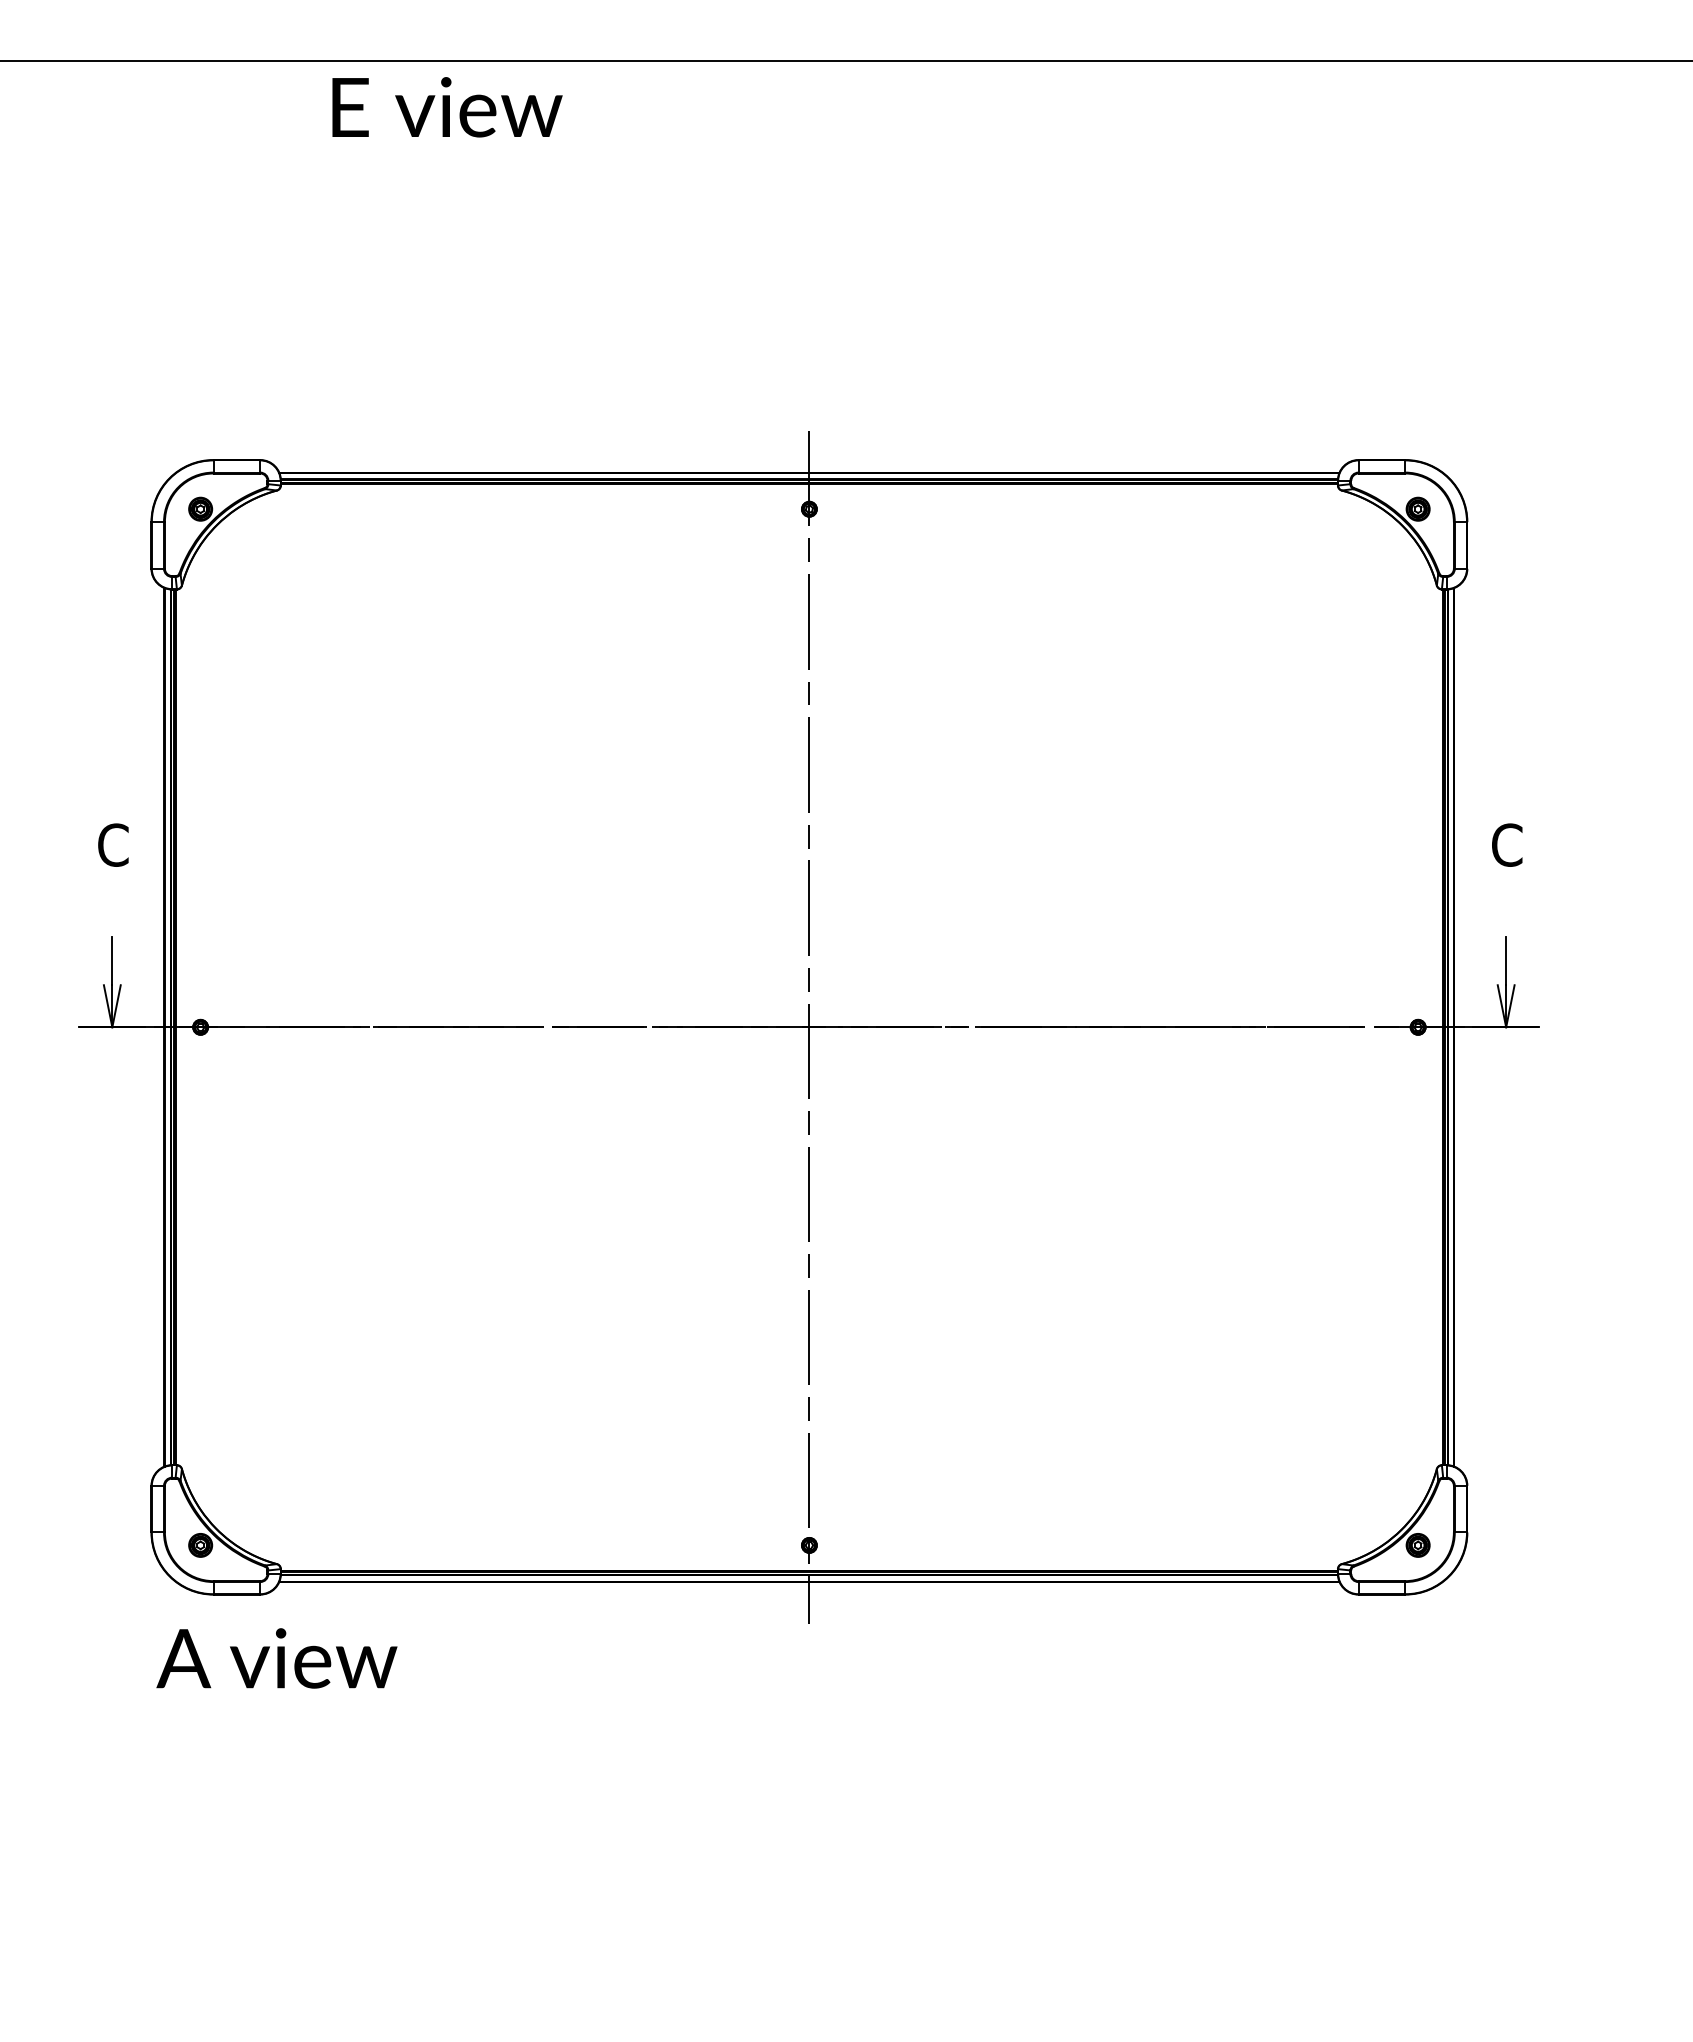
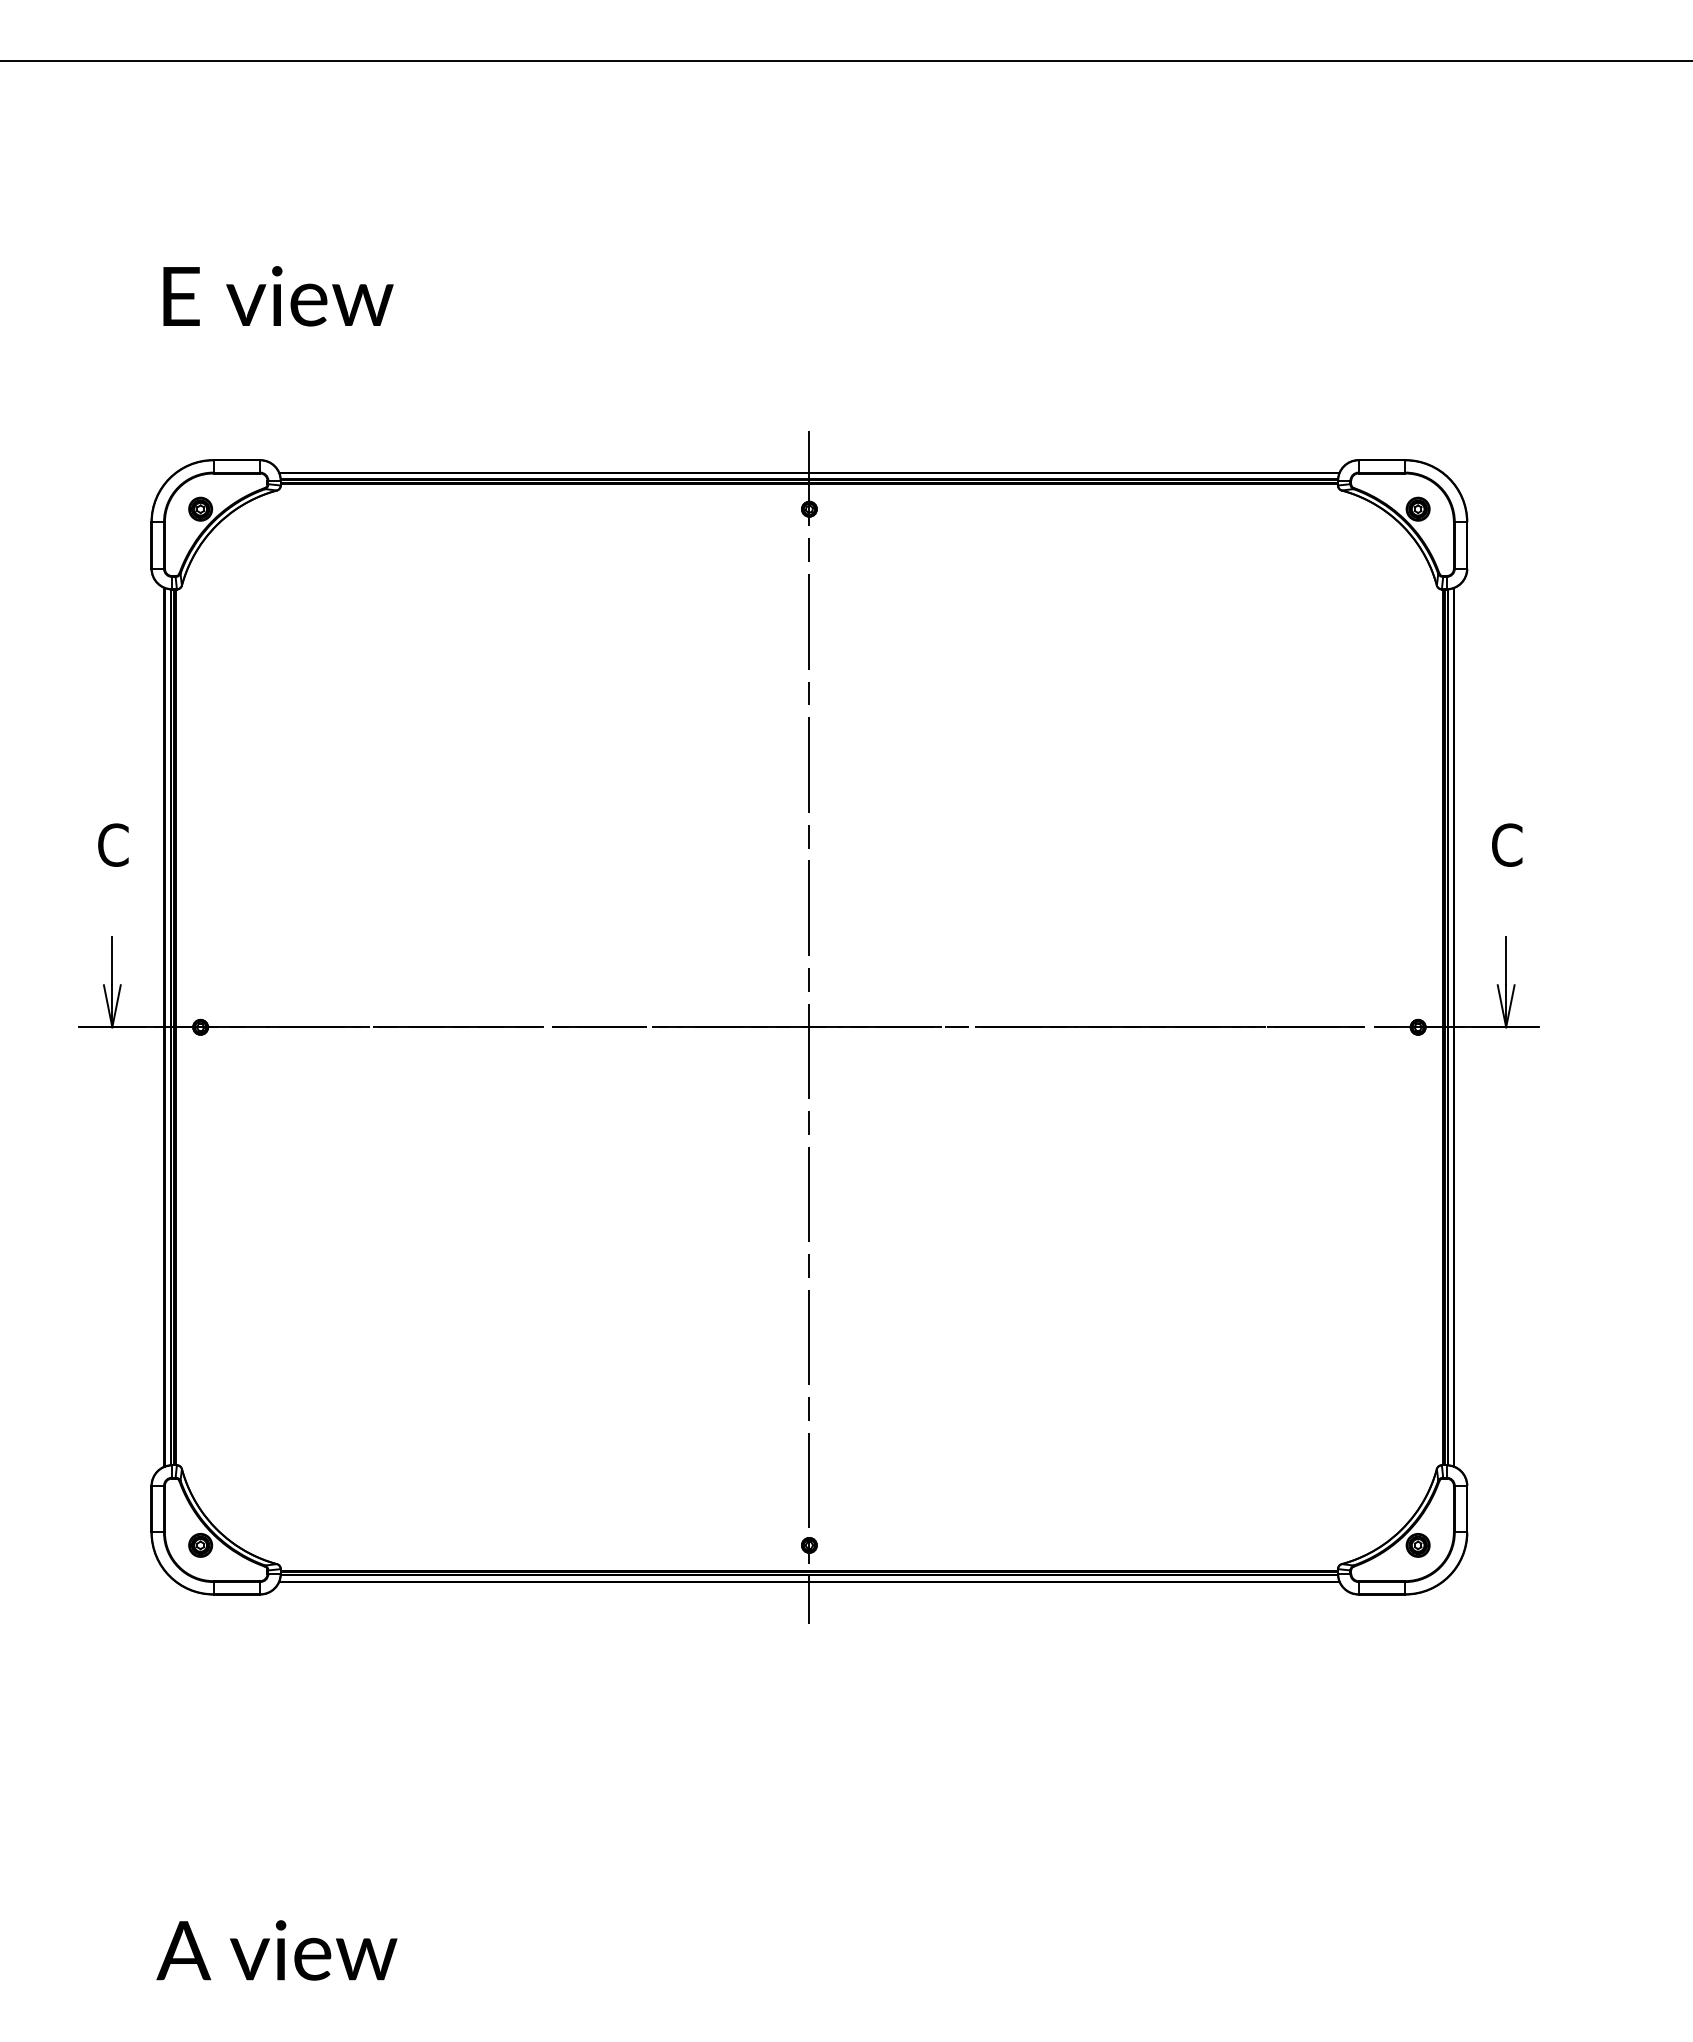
text at (447, 107) position: (447, 107) -> (278, 296)
text at (276, 1658) position: (276, 1658) -> (276, 1950)
